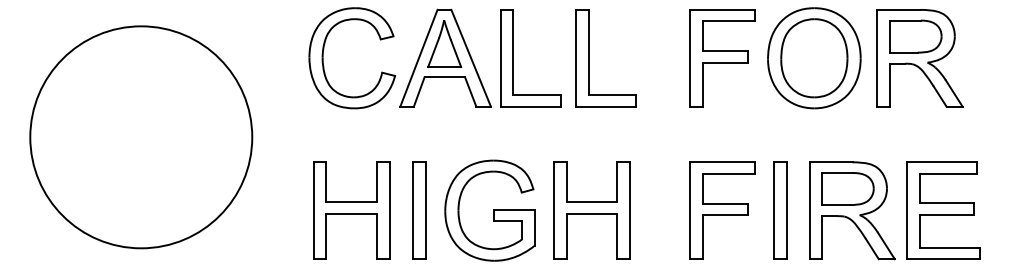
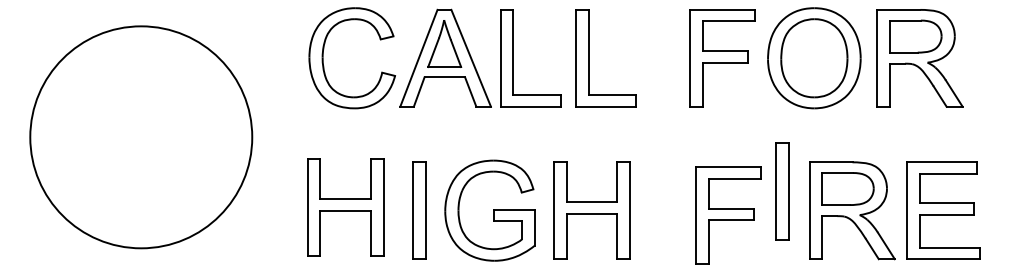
part at (351, 210) position: (351, 210) -> (345, 207)
part at (722, 210) position: (722, 210) -> (728, 215)
part at (780, 210) position: (780, 210) -> (782, 191)
